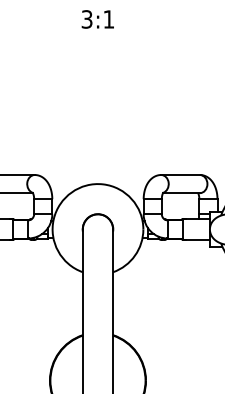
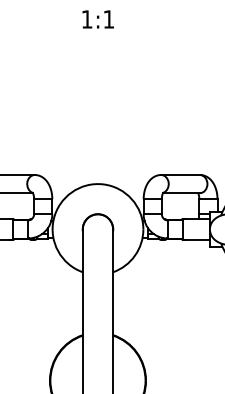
text at (86, 19): 3:1 -> 1:1
